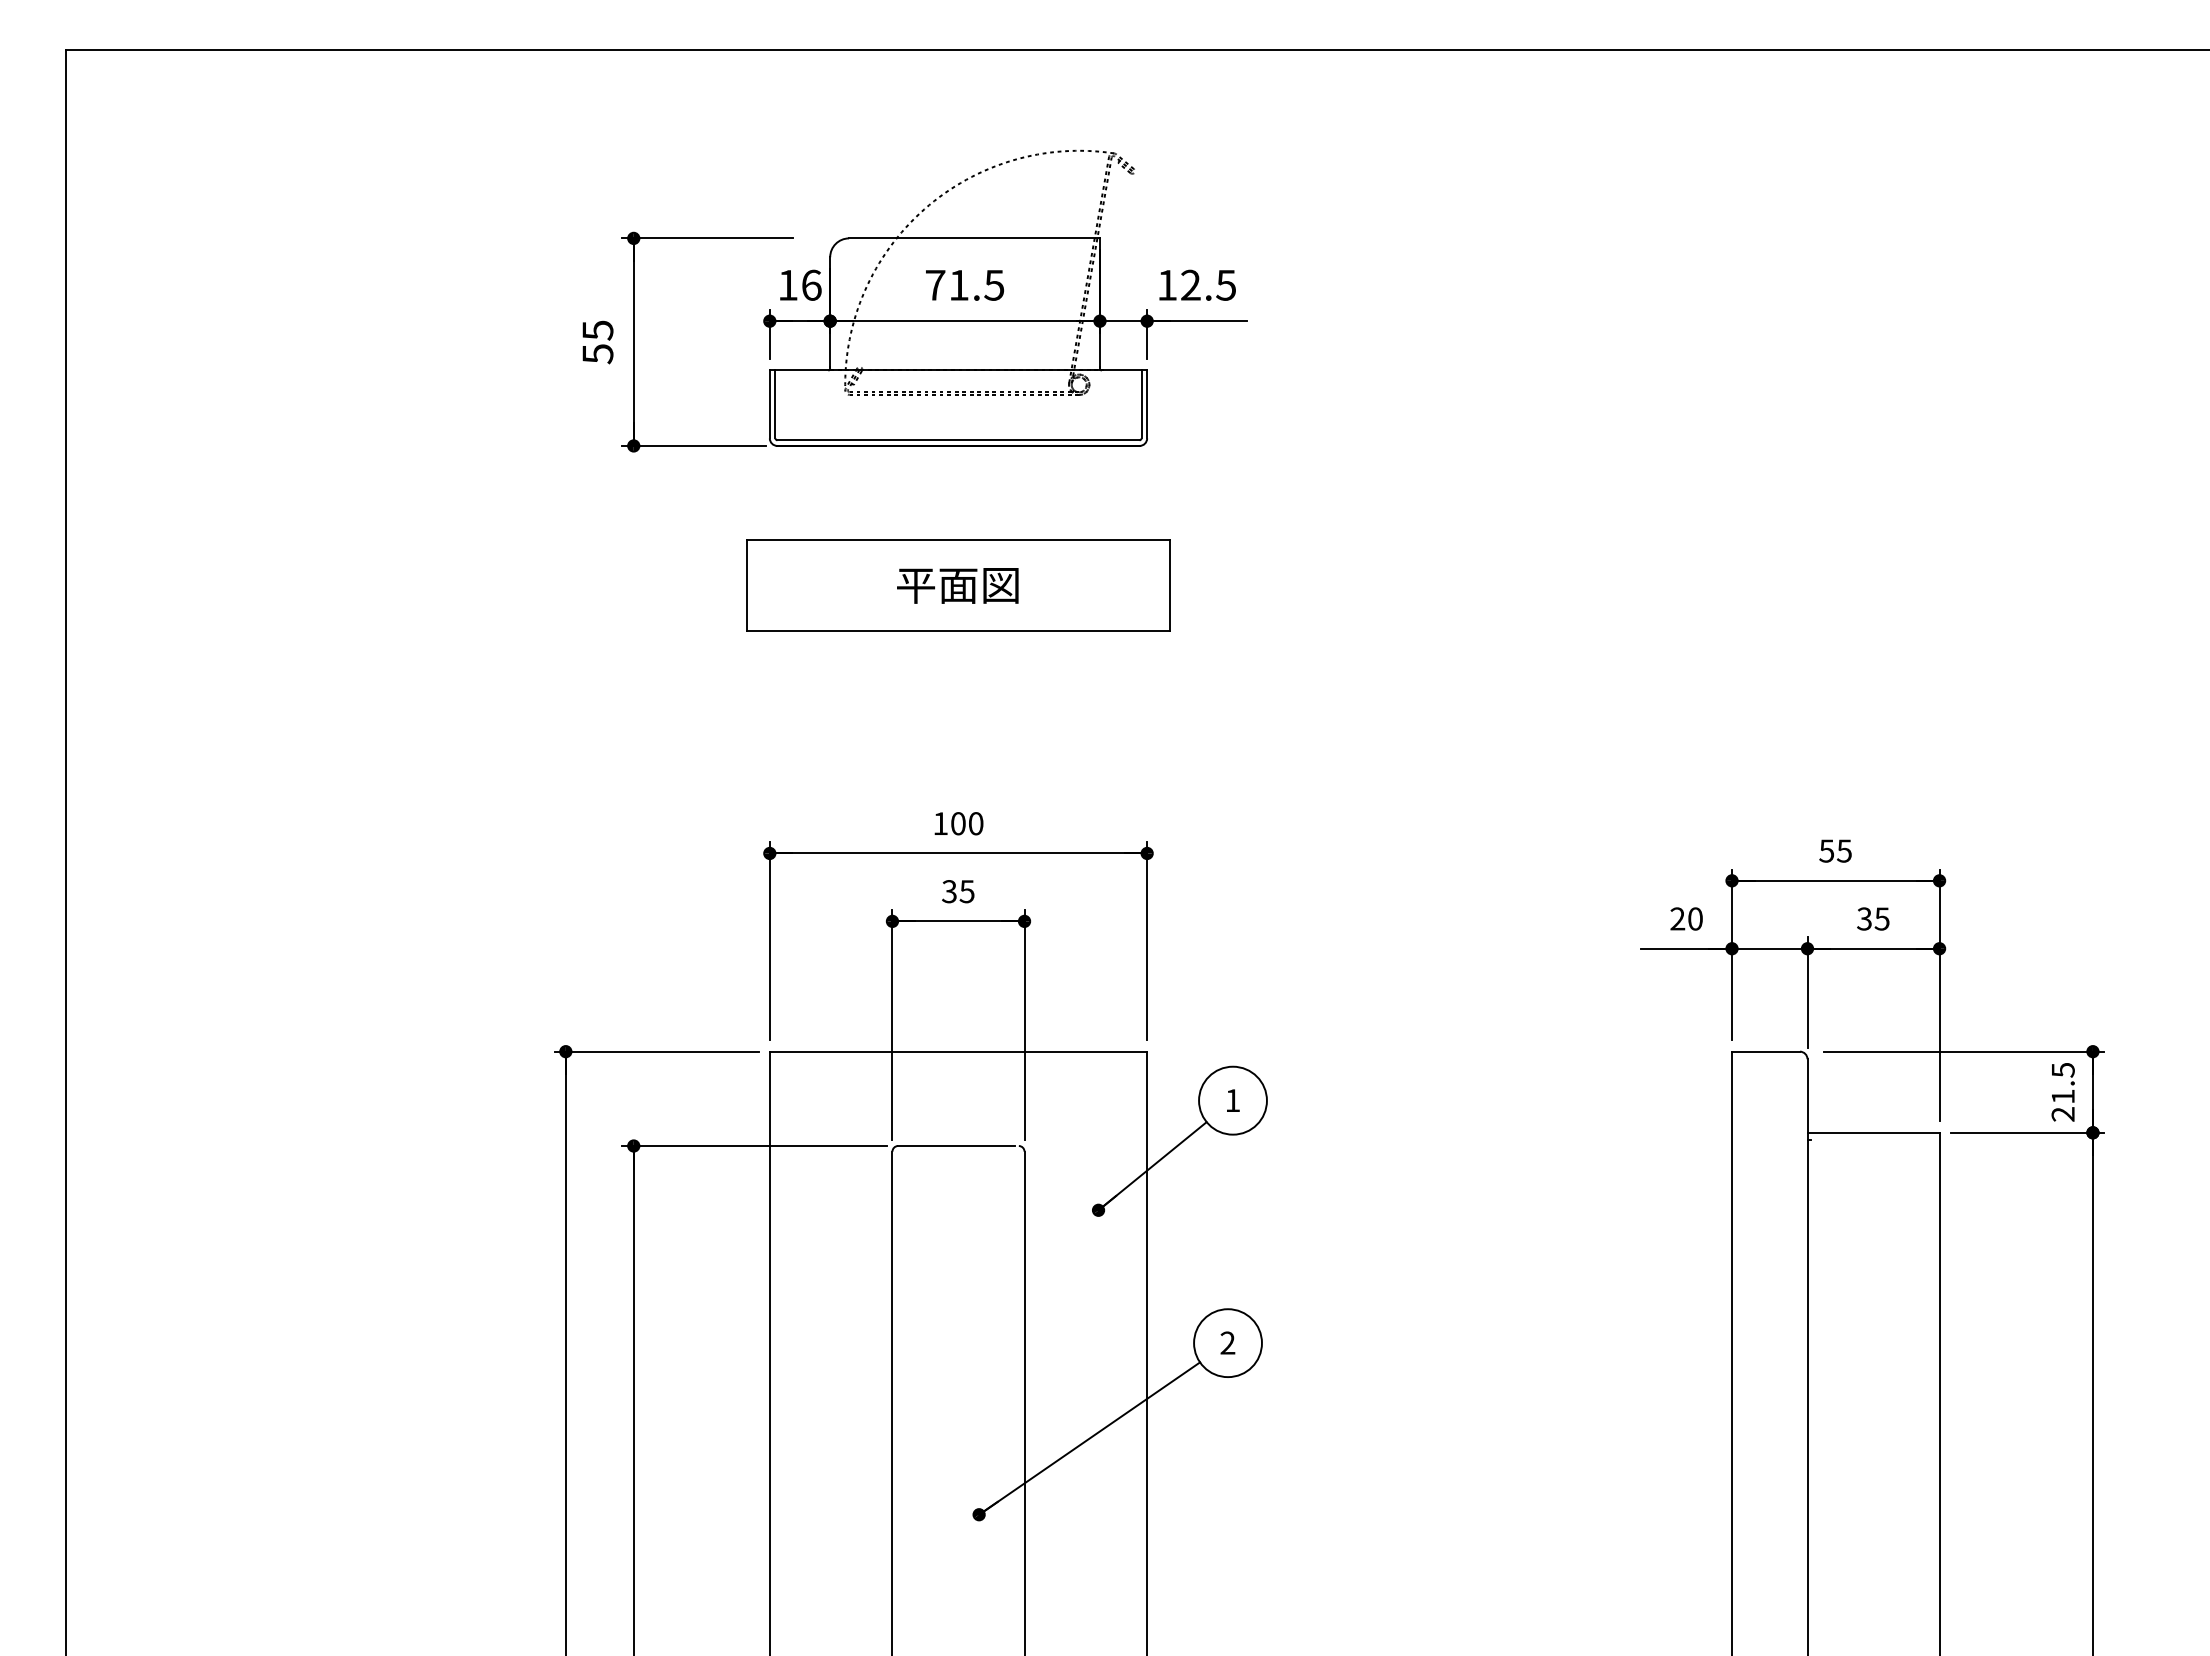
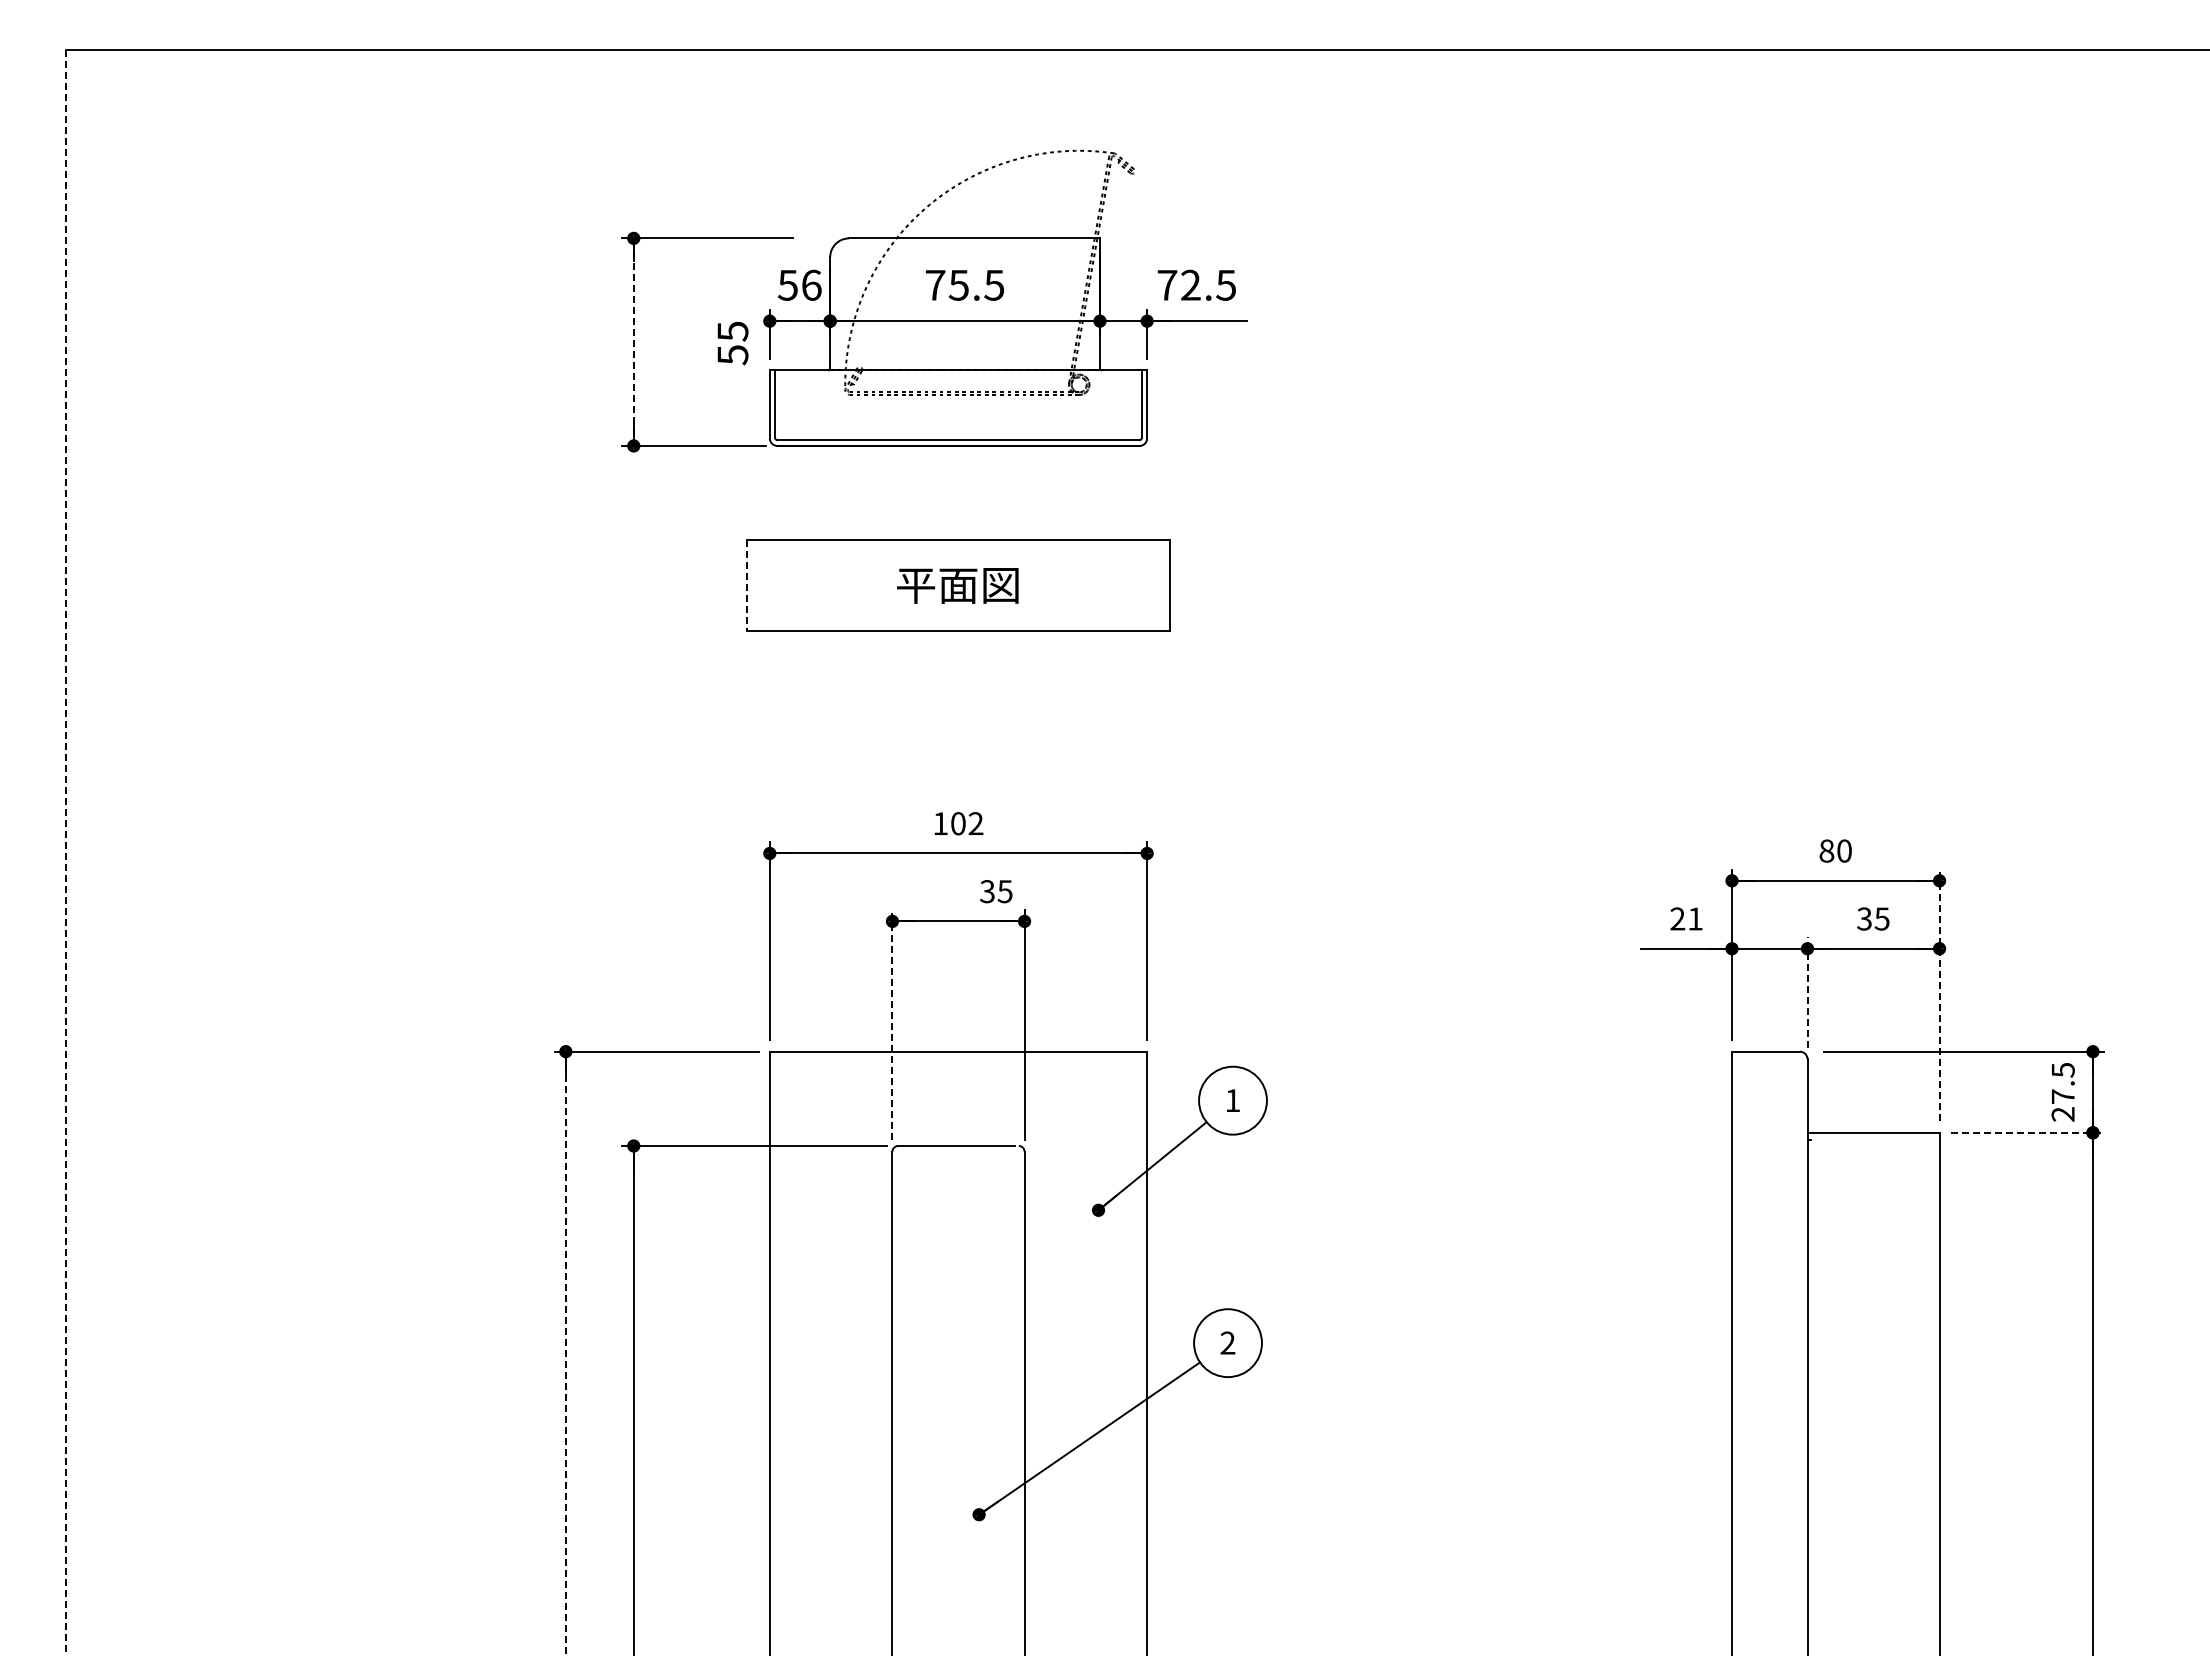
text at (787, 285): 16 -> 56
text at (958, 285): 71.5 -> 75.5
text at (1167, 285): 12.5 -> 72.5
text at (597, 342) position: (597, 342) -> (732, 343)
line at (633, 342): solid -> dashed
line at (747, 586): solid -> dashed
text at (975, 823): 100 -> 102
text at (1835, 850): 55 -> 80
line at (66, 852): solid -> dashed
text at (958, 891) position: (958, 891) -> (996, 891)
text at (1695, 918): 20 -> 21
line at (1807, 992): solid -> dashed
line at (1939, 995): solid -> dashed
line at (892, 1024): solid -> dashed
text at (2063, 1096): 21.5 -> 27.5
line at (2027, 1132): solid -> dashed
line at (565, 1353): solid -> dashed
